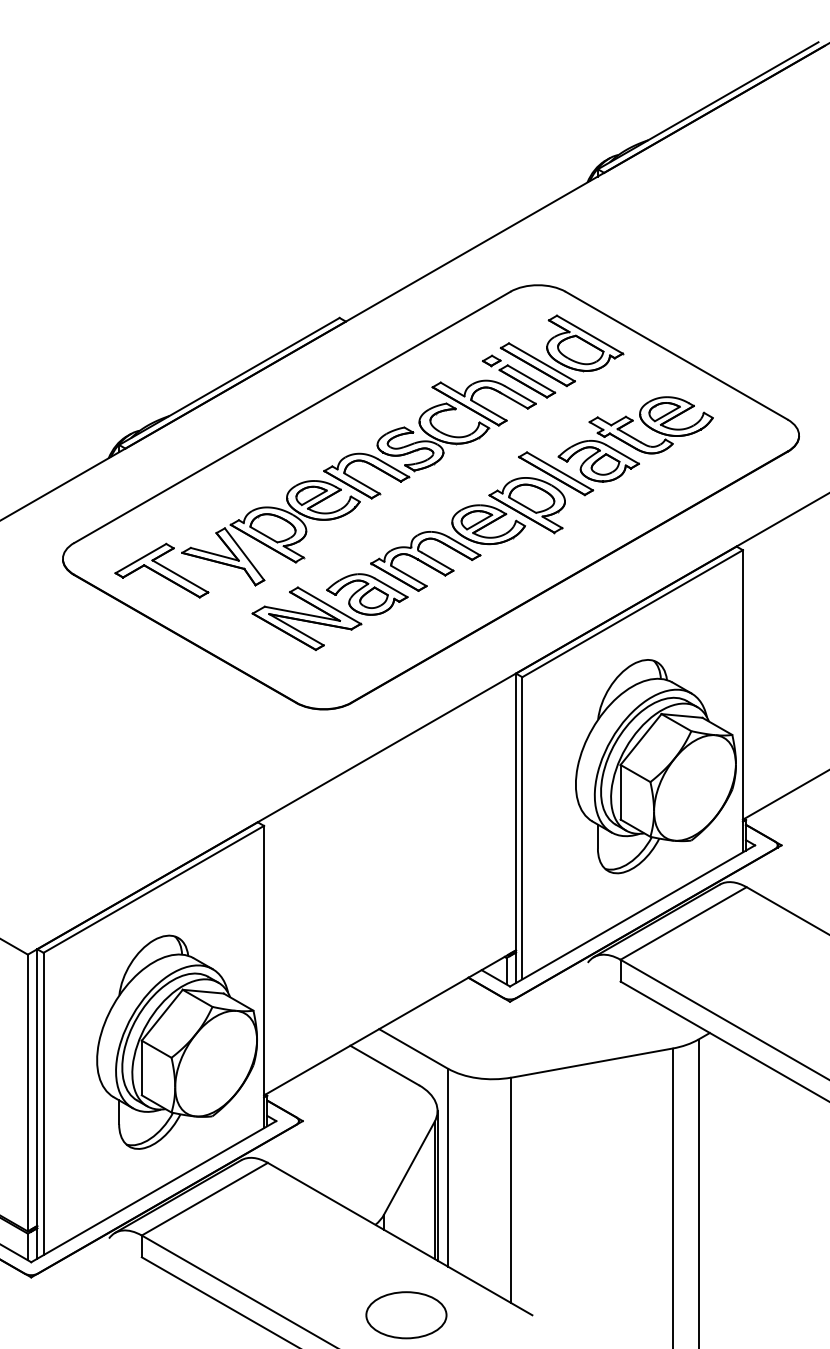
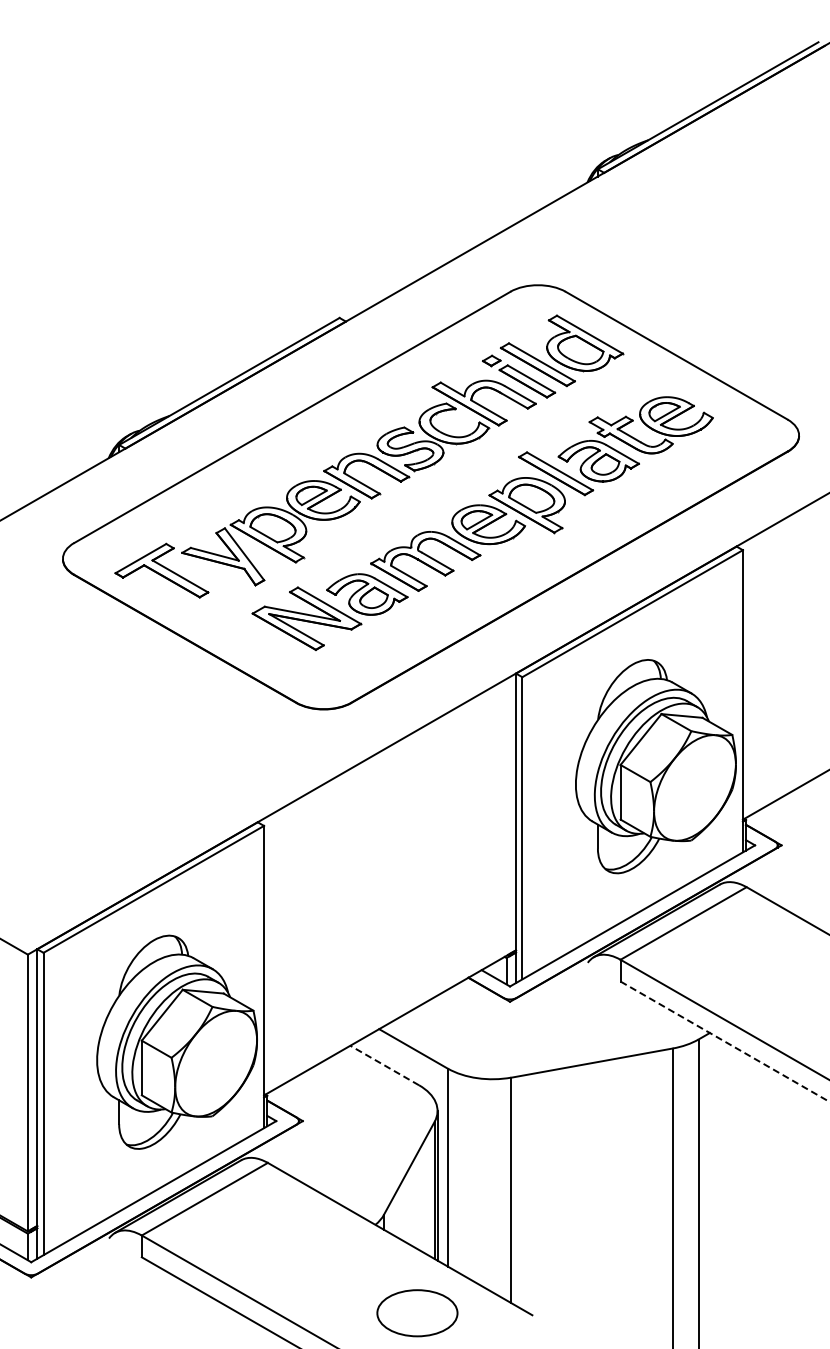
line at (725, 1041): solid -> dashed
line at (384, 1065): solid -> dashed
part at (406, 1315) position: (406, 1315) -> (417, 1313)
